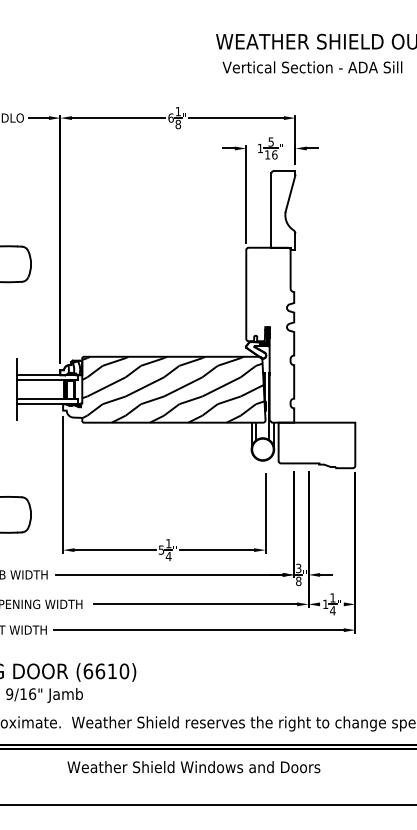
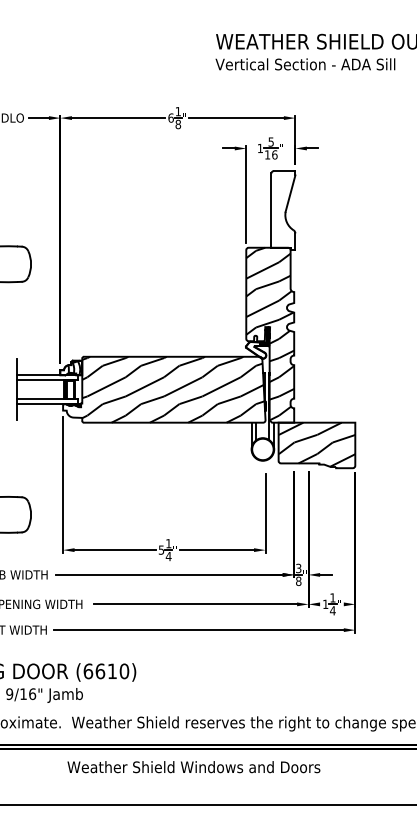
text at (312, 67) position: (312, 67) -> (305, 64)
hatch at (270, 333): none -> present
hatch at (316, 444): none -> present
